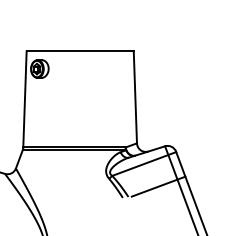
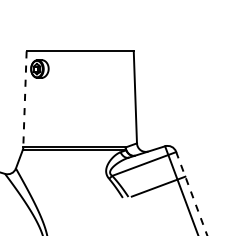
line at (24, 99): solid -> dashed
line at (191, 193): solid -> dashed
